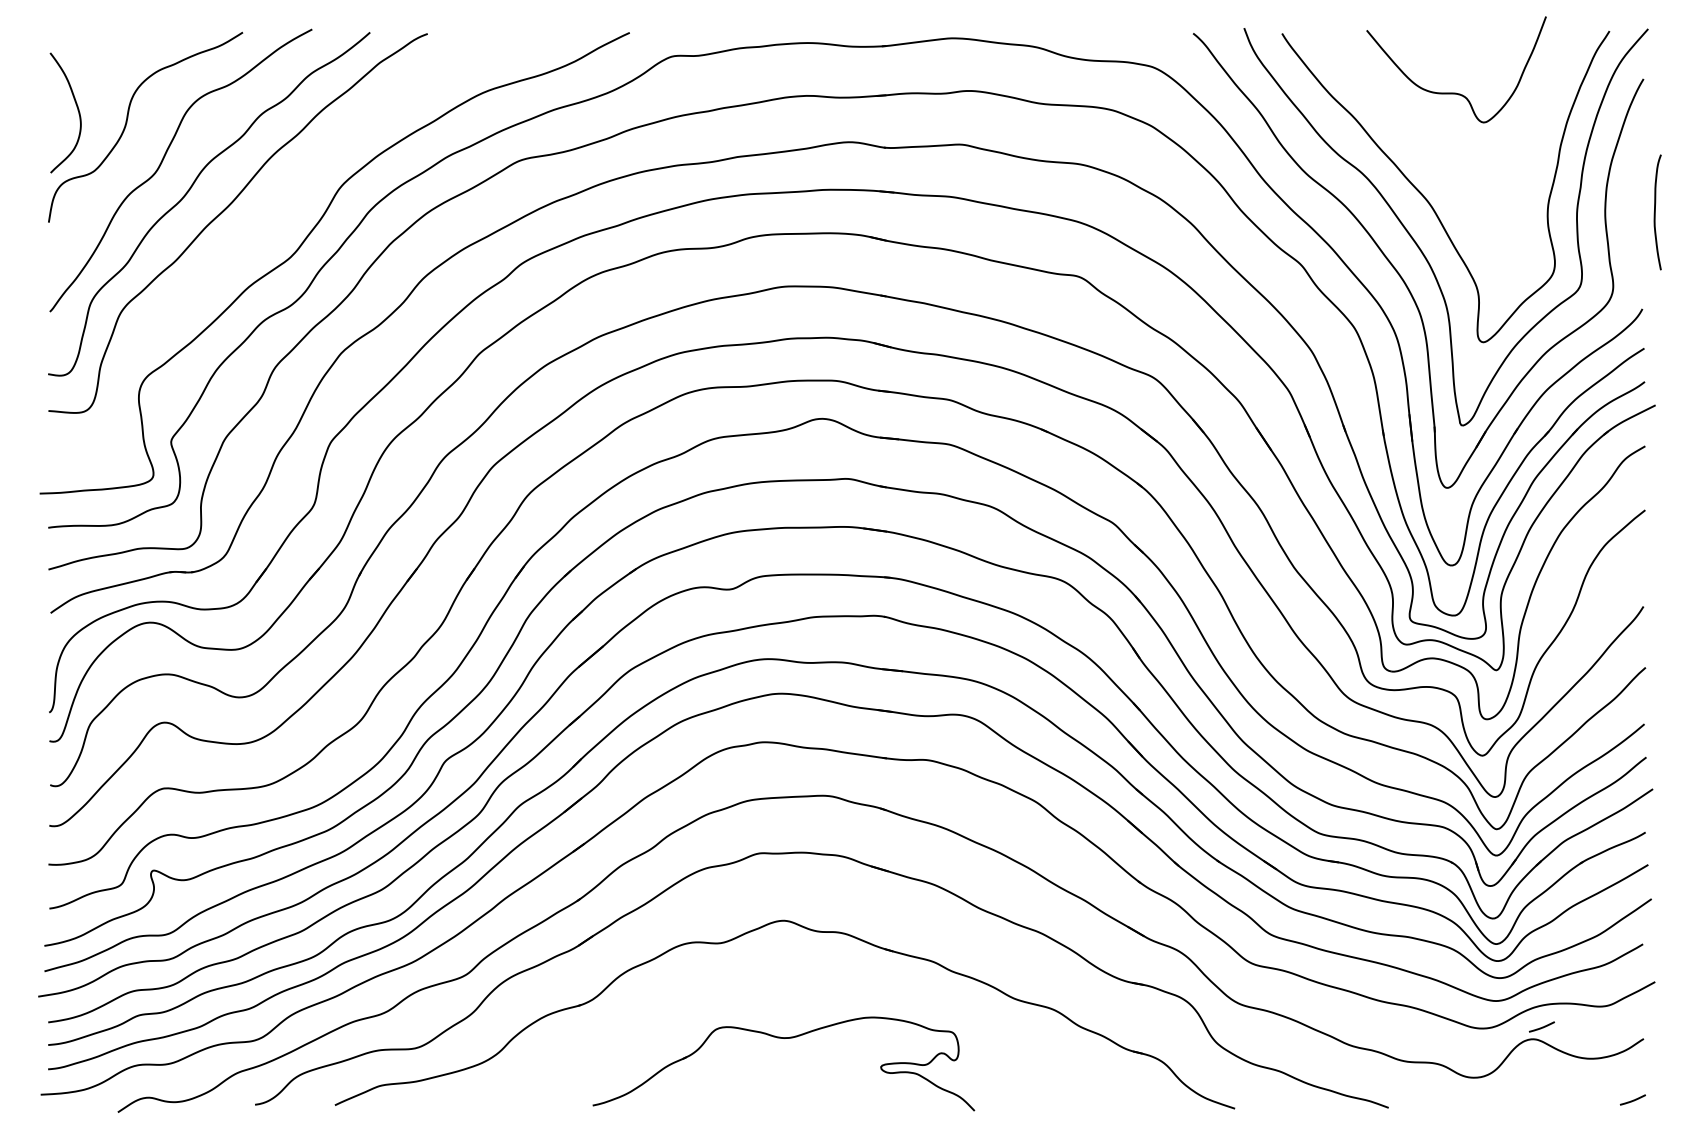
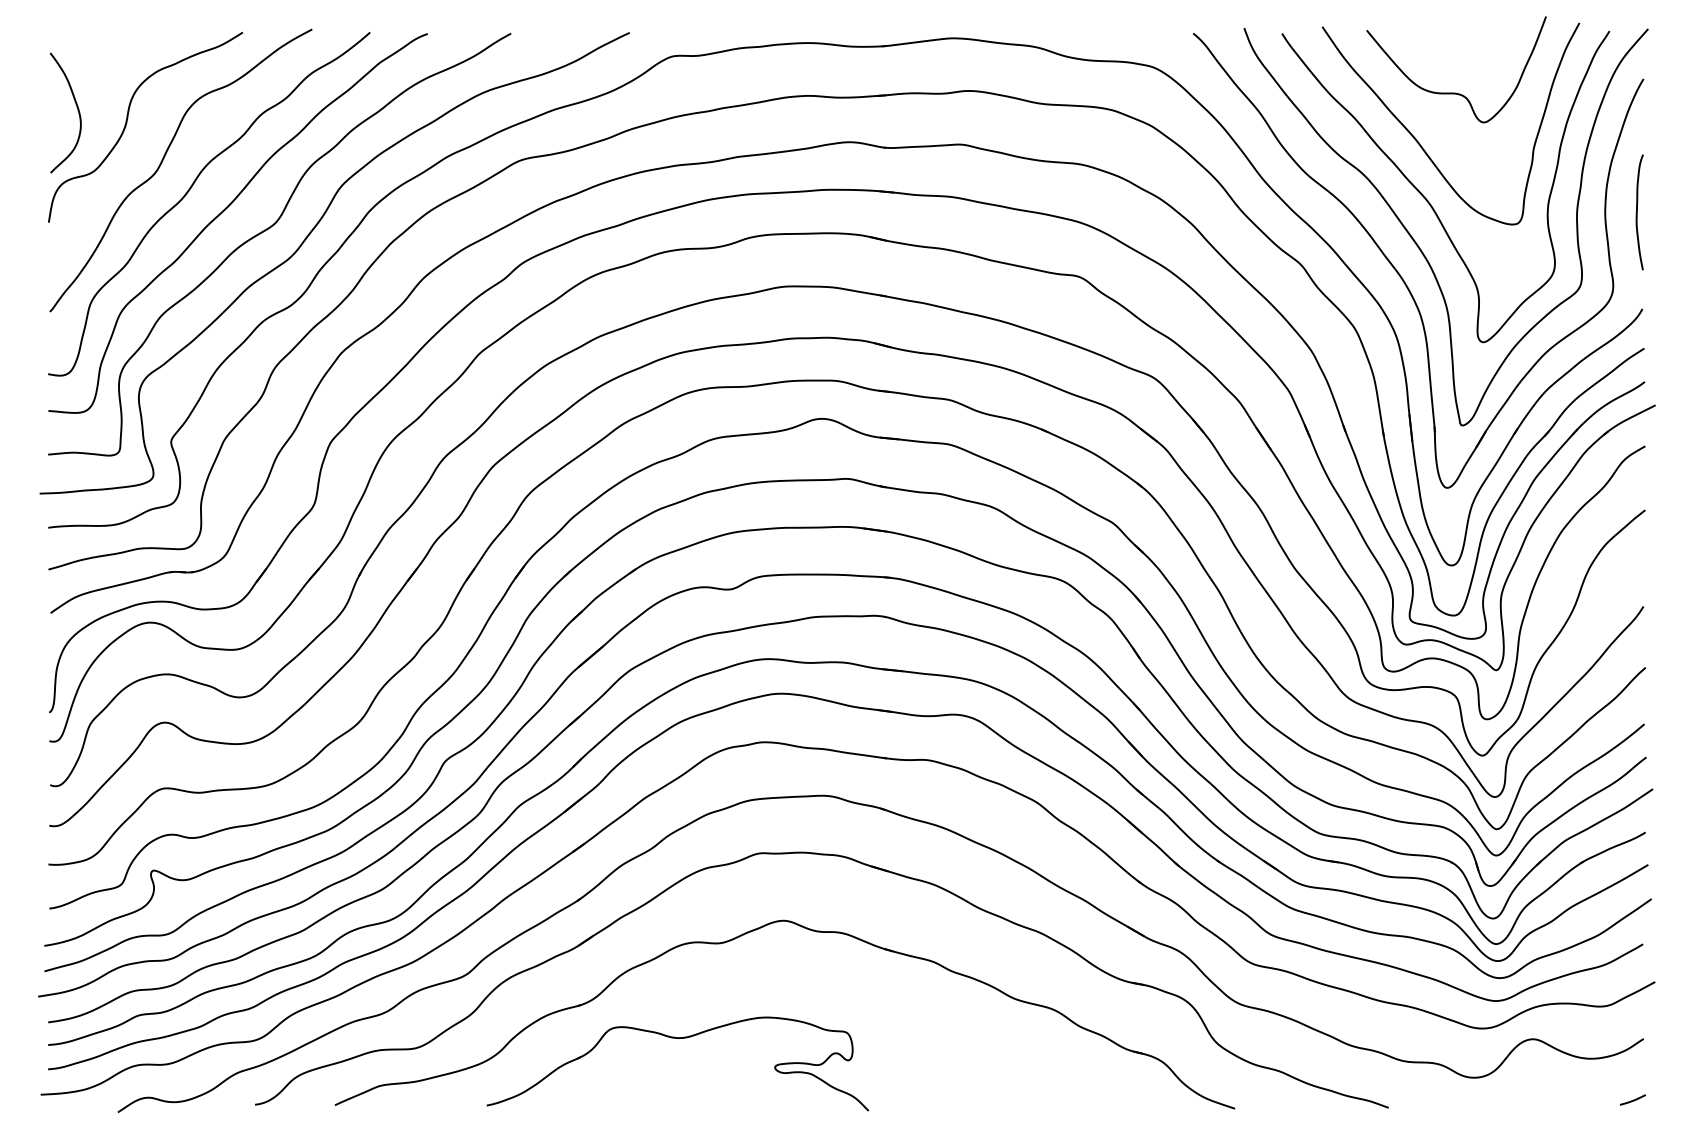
curve at (1422, 146): none -> present
curve at (1655, 212) position: (1655, 212) -> (1637, 212)
curve at (270, 228): none -> present
line at (1542, 1026): present -> none
part at (783, 1038) position: (783, 1038) -> (677, 1038)
